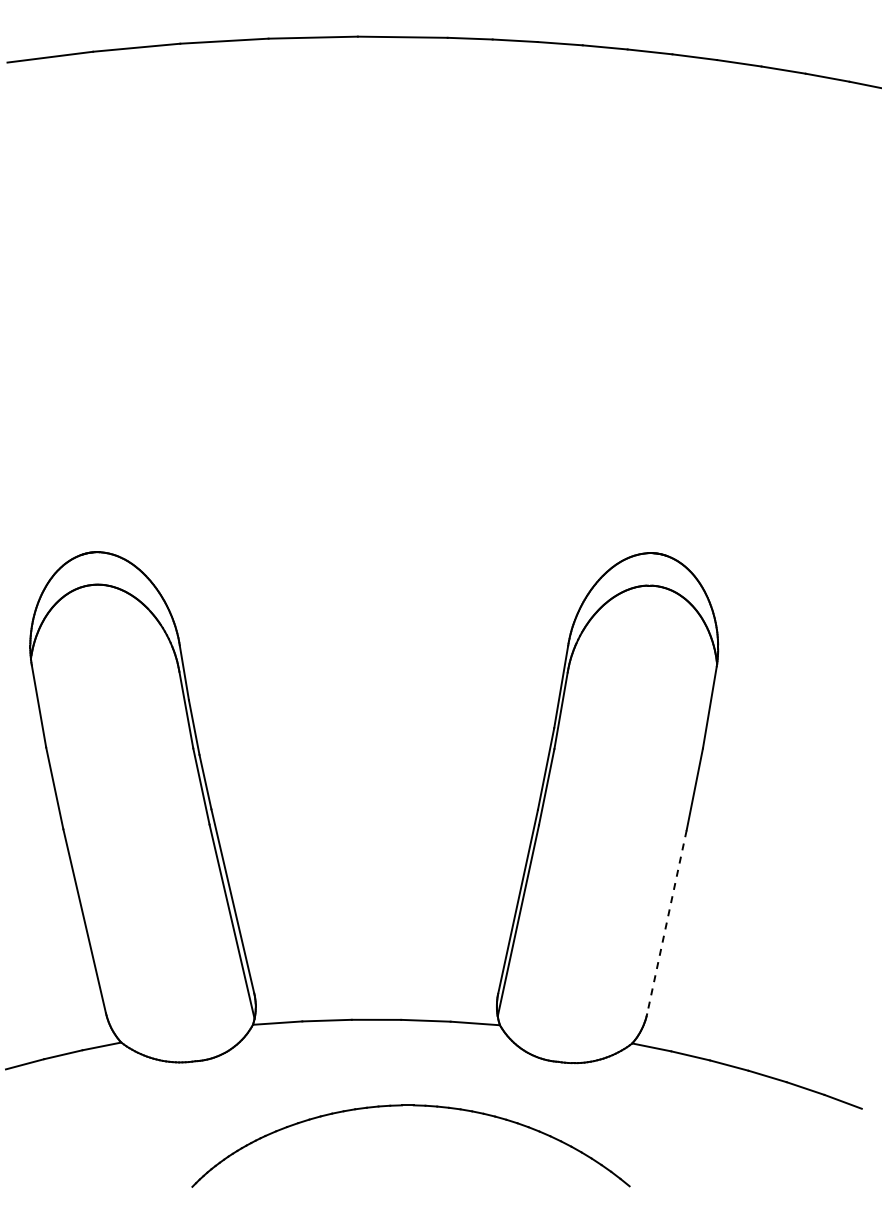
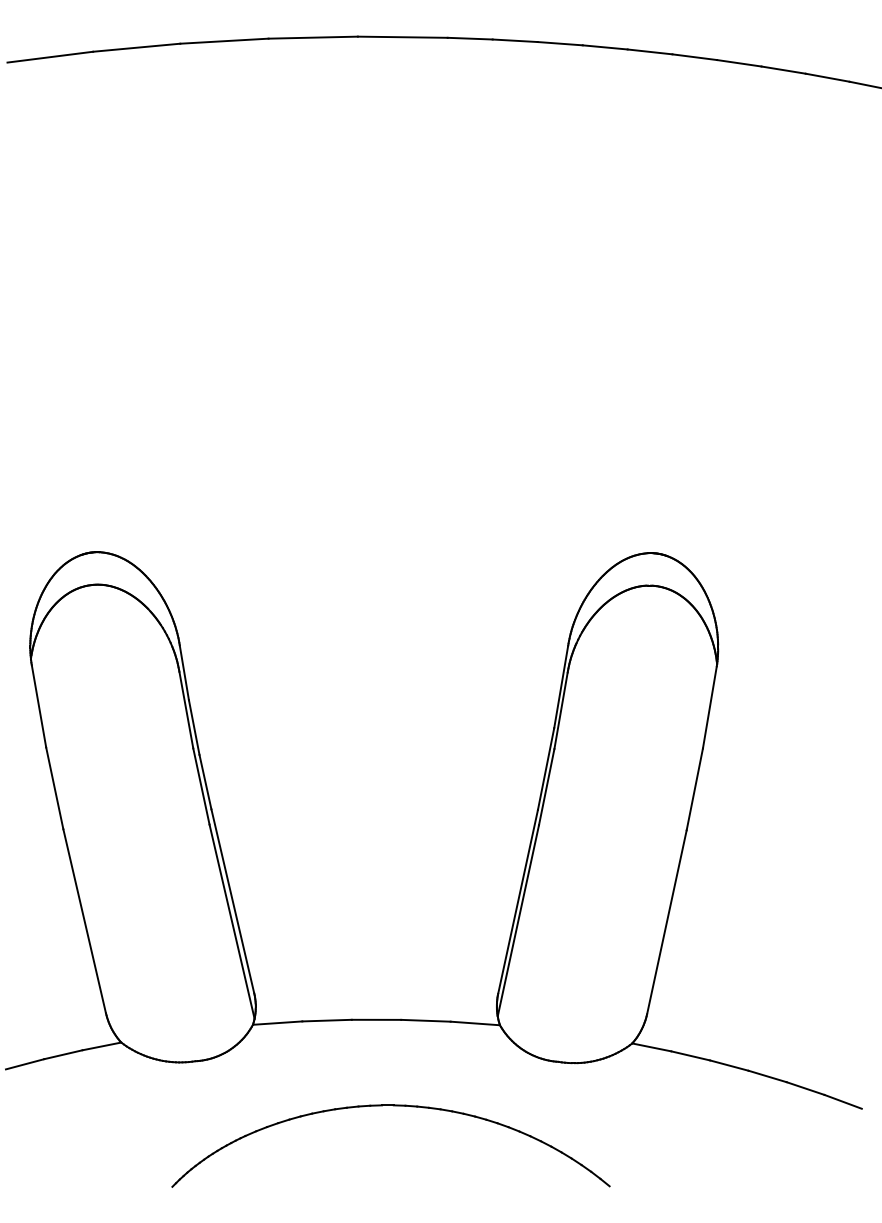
line at (666, 922): dashed -> solid
part at (413, 1106) position: (413, 1106) -> (393, 1106)
